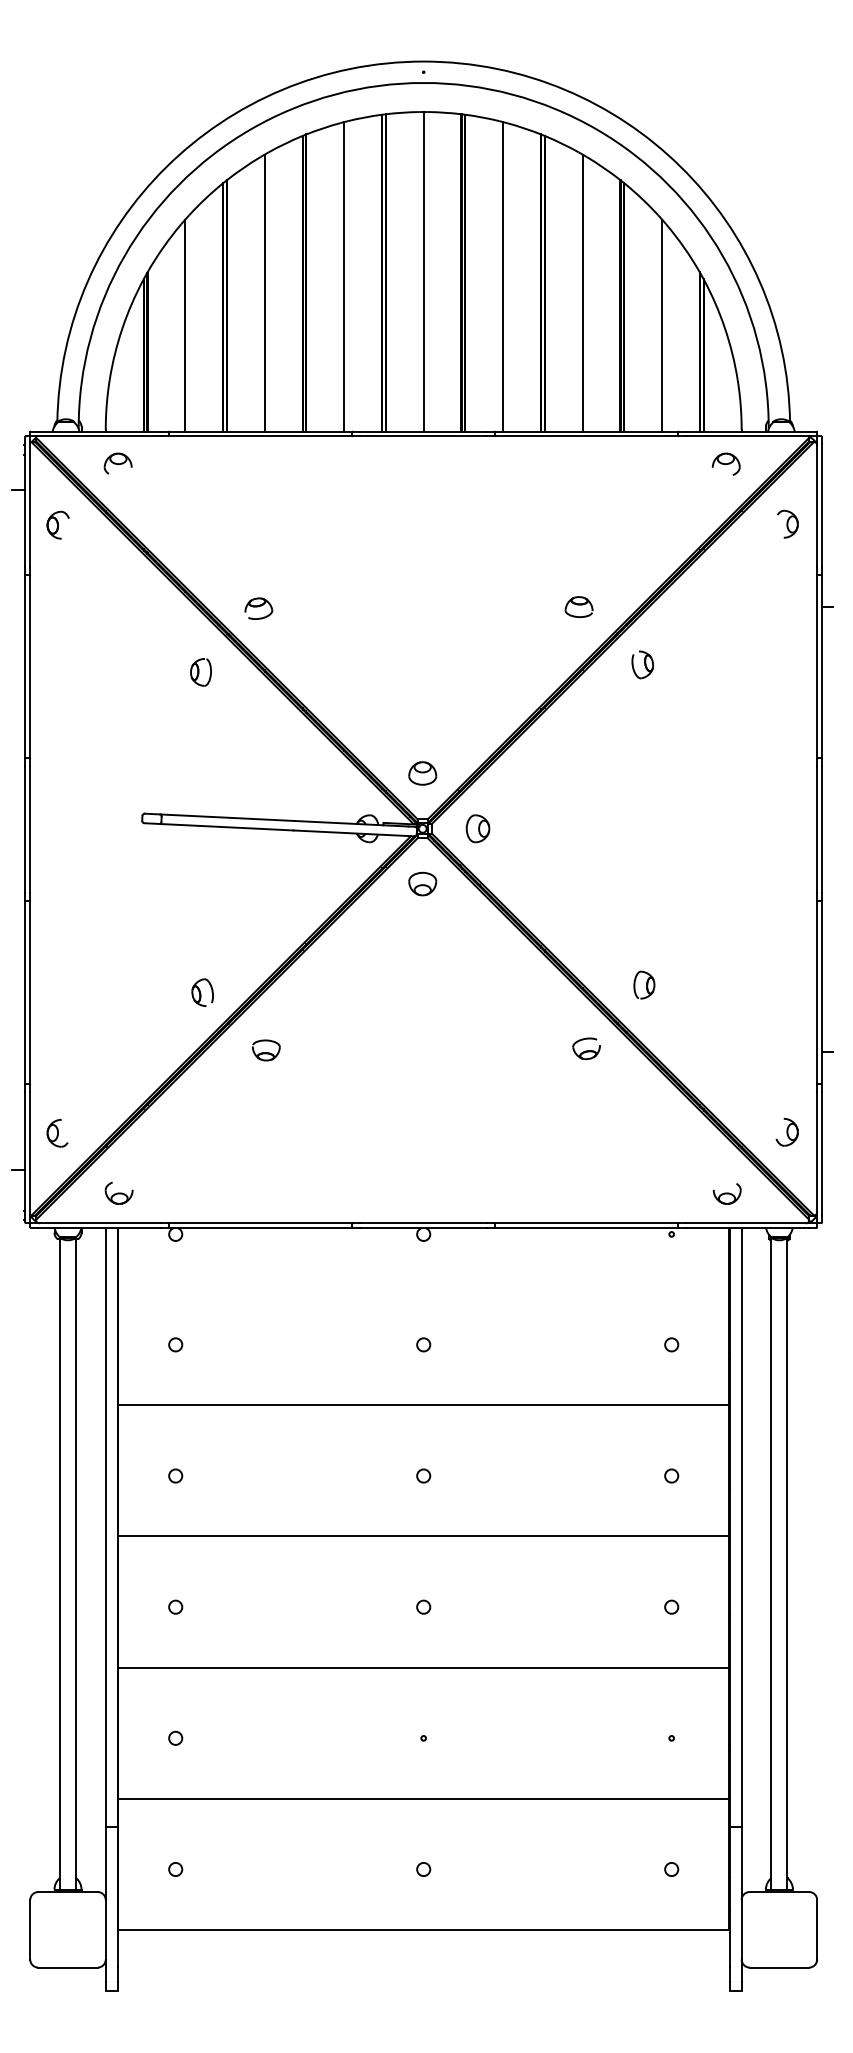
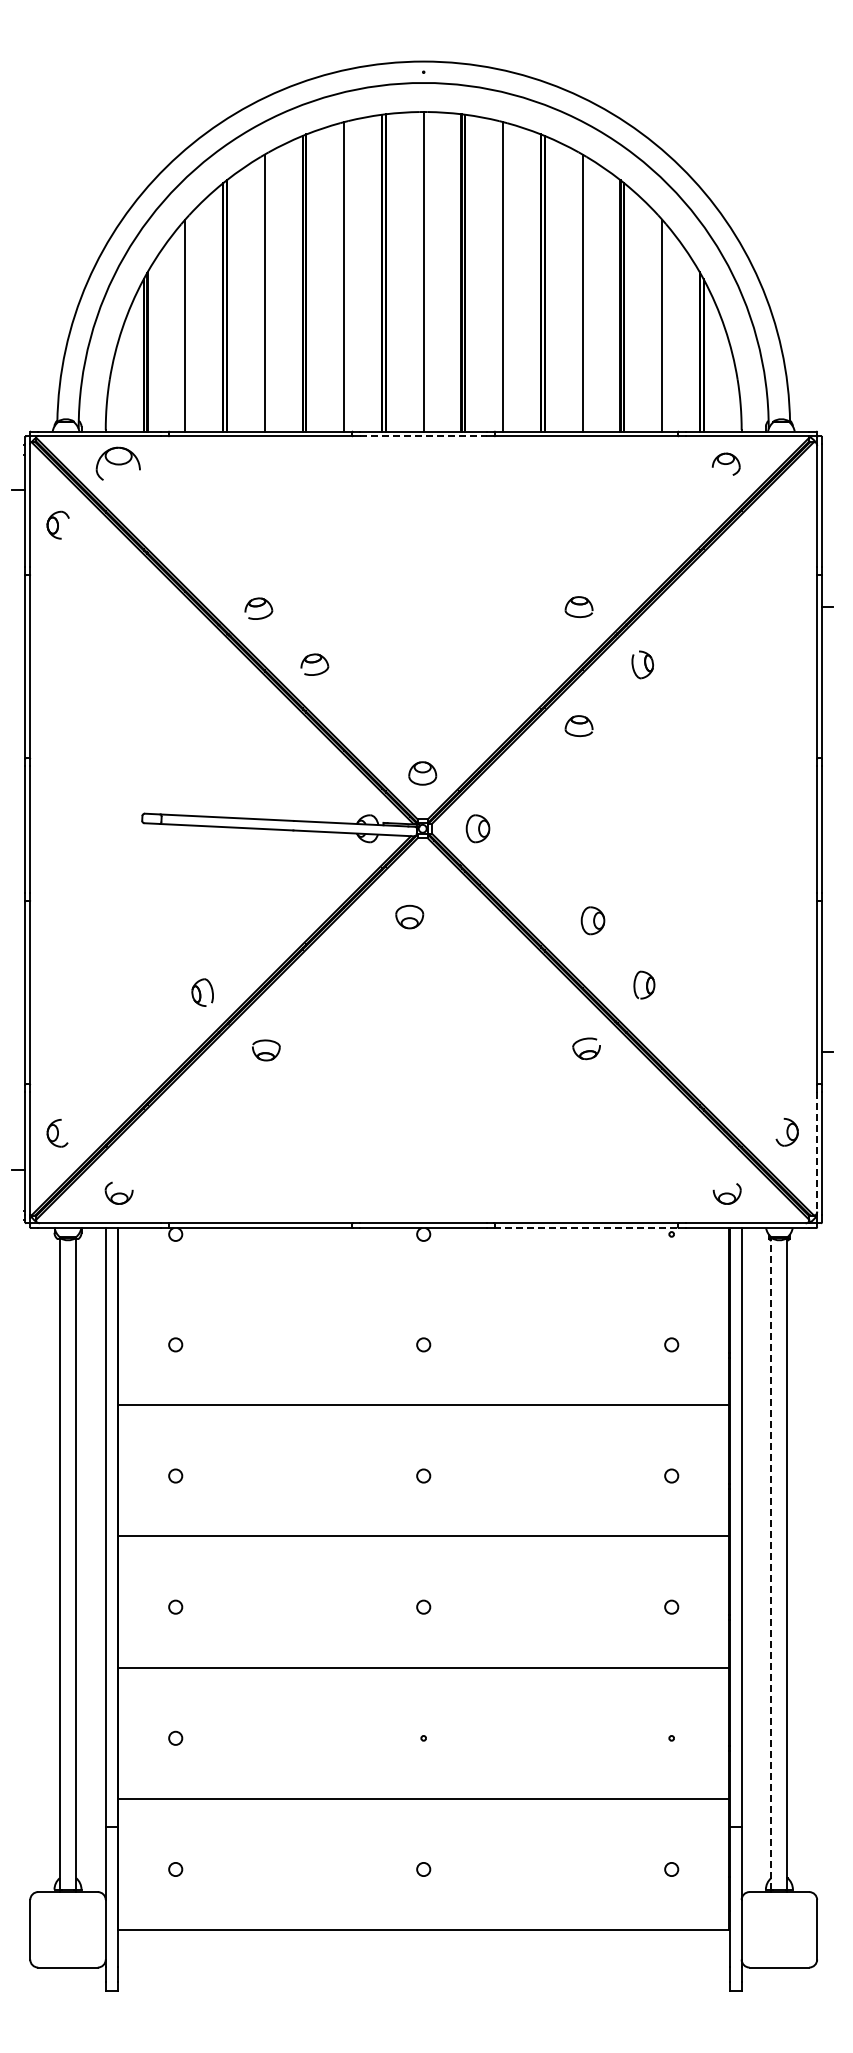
line at (423, 436): solid -> dashed
part at (117, 463) size: 30x23 px -> 46x35 px
part at (787, 523): present -> none
part at (314, 664): none -> present
part at (200, 672): present -> none
part at (578, 726): none -> present
part at (422, 883) position: (422, 883) -> (409, 916)
part at (592, 920): none -> present
line at (817, 1153): solid -> dashed
line at (587, 1228): solid -> dashed
line at (771, 1563): solid -> dashed
